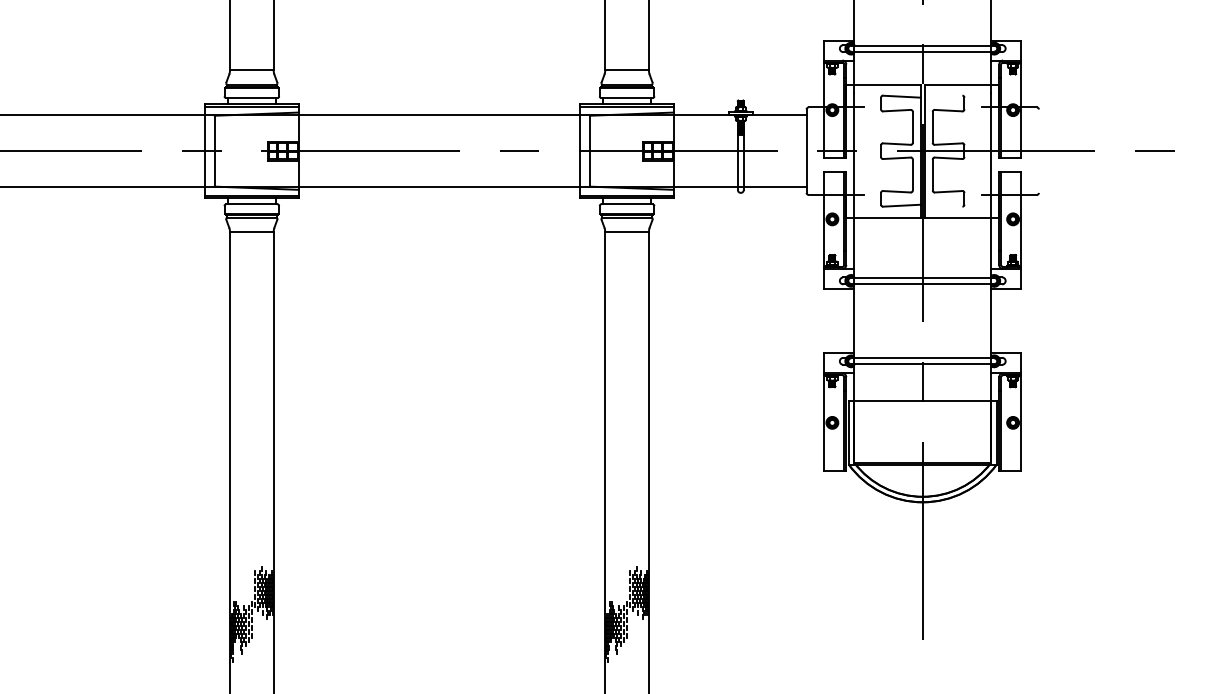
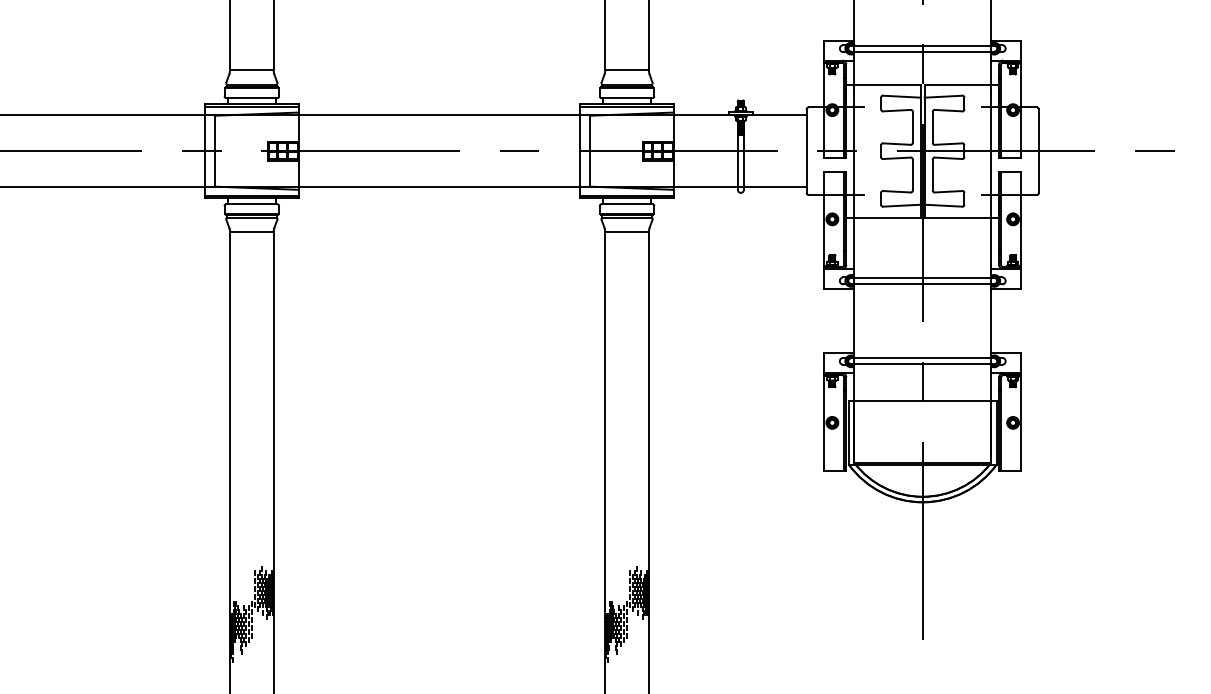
line at (943, 96): none -> present
line at (1038, 150): none -> present
line at (943, 205): none -> present
